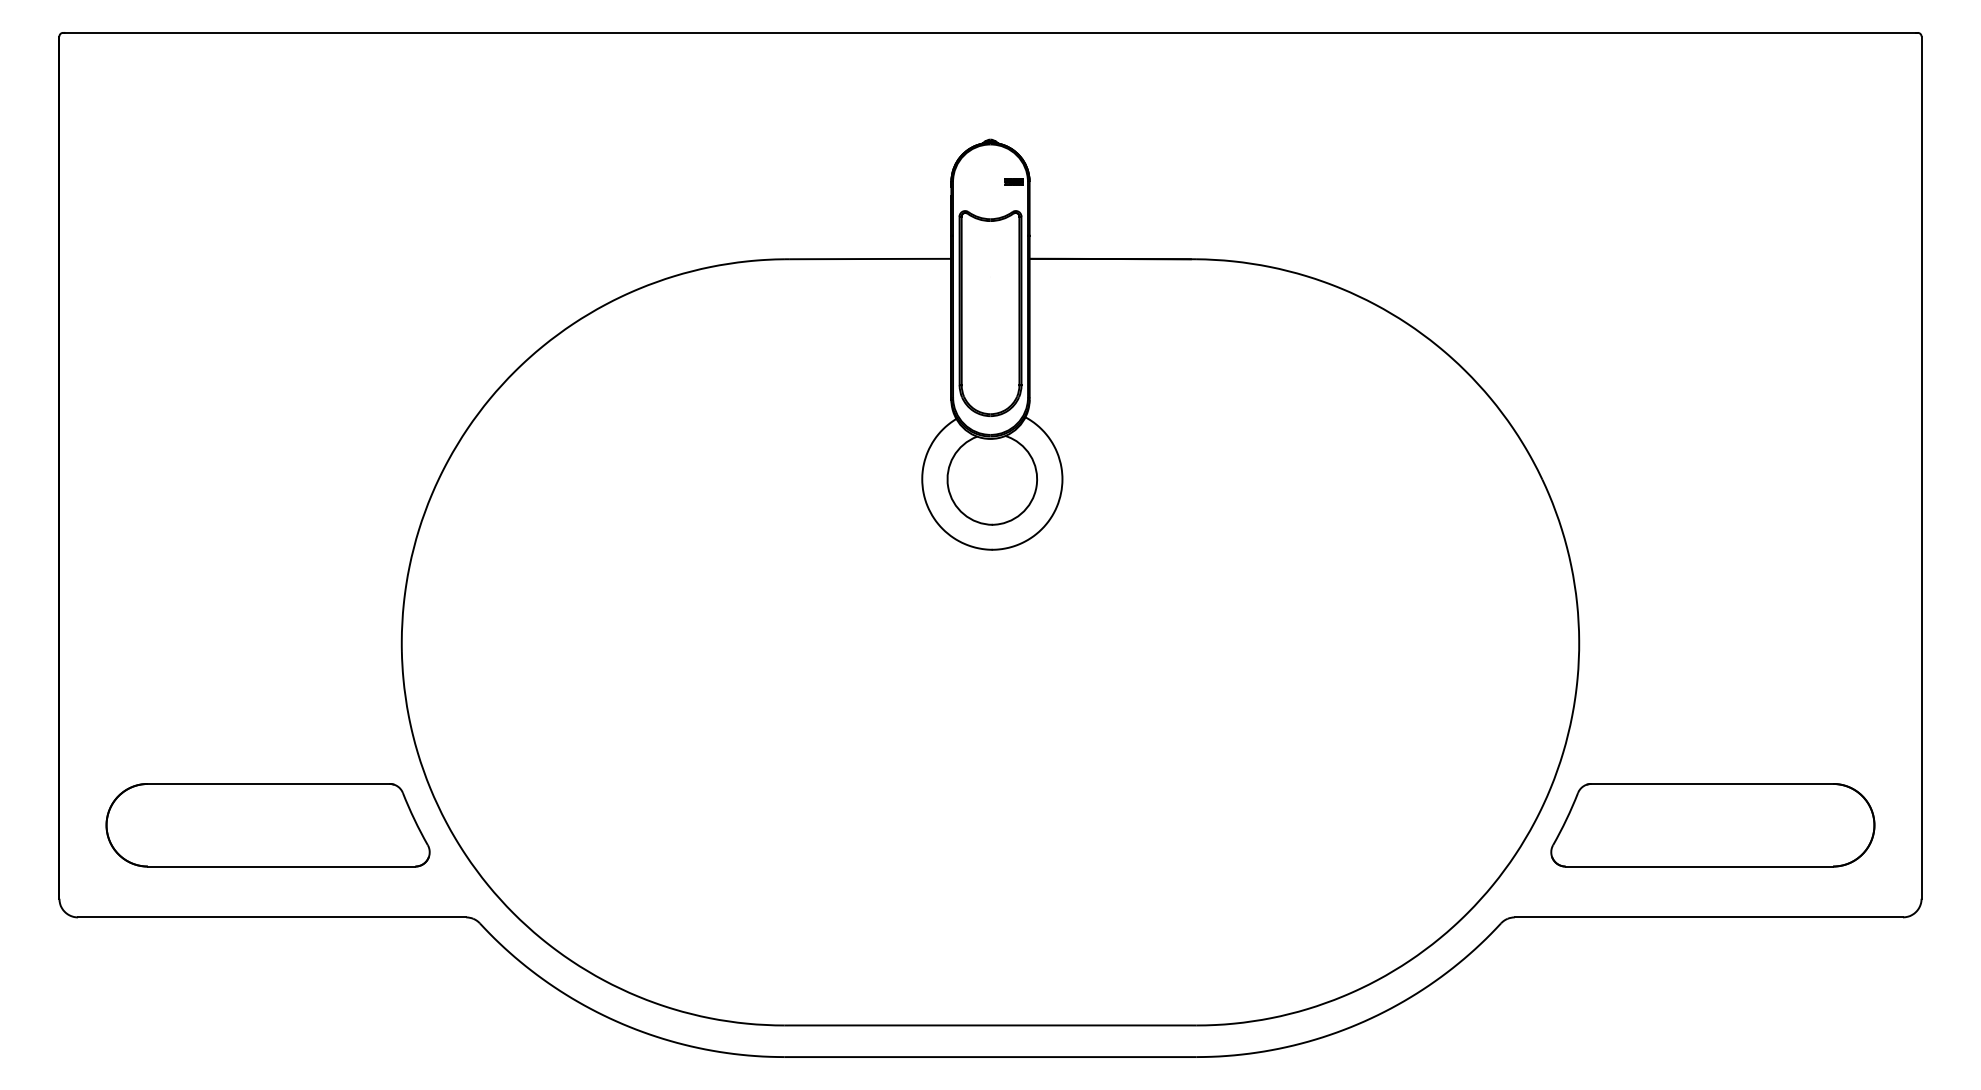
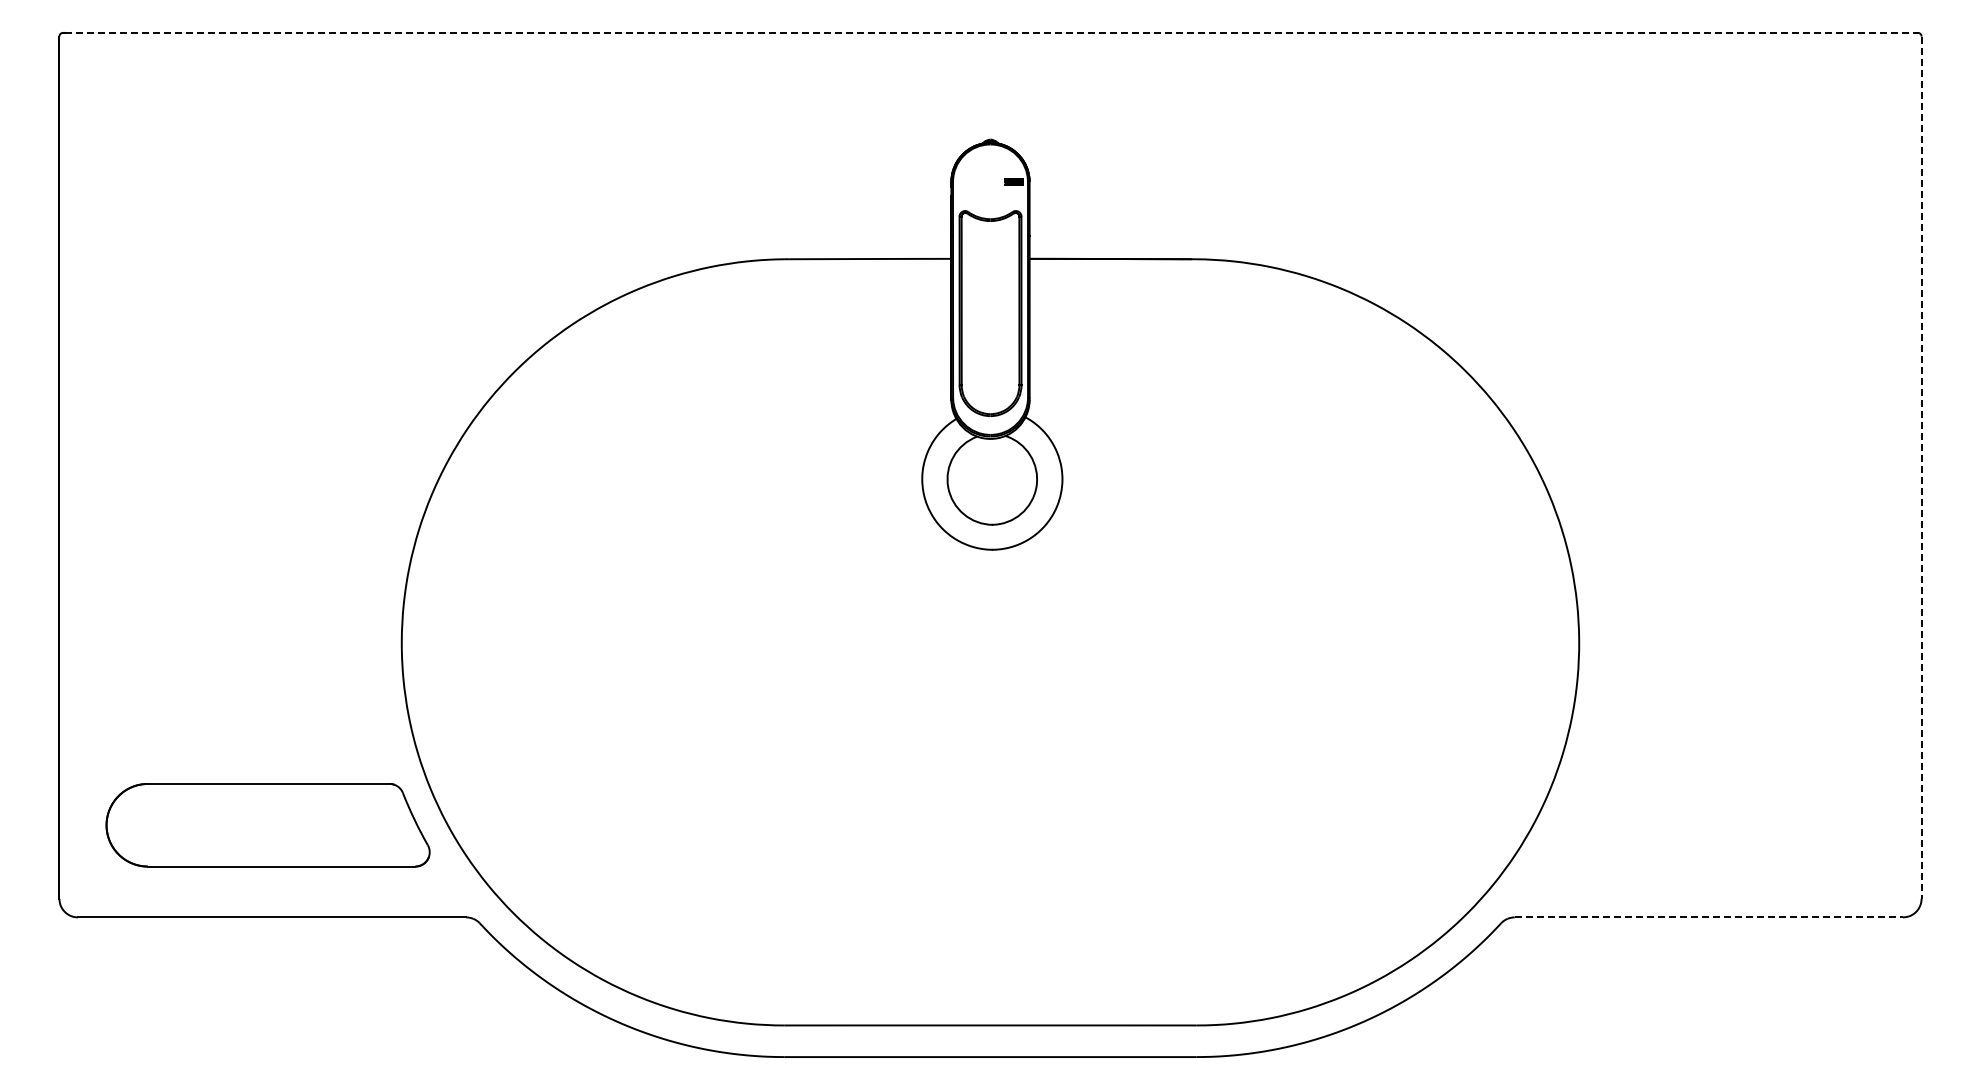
line at (990, 32): solid -> dashed
line at (1921, 468): solid -> dashed
part at (1712, 825): present -> none
line at (1709, 917): solid -> dashed
